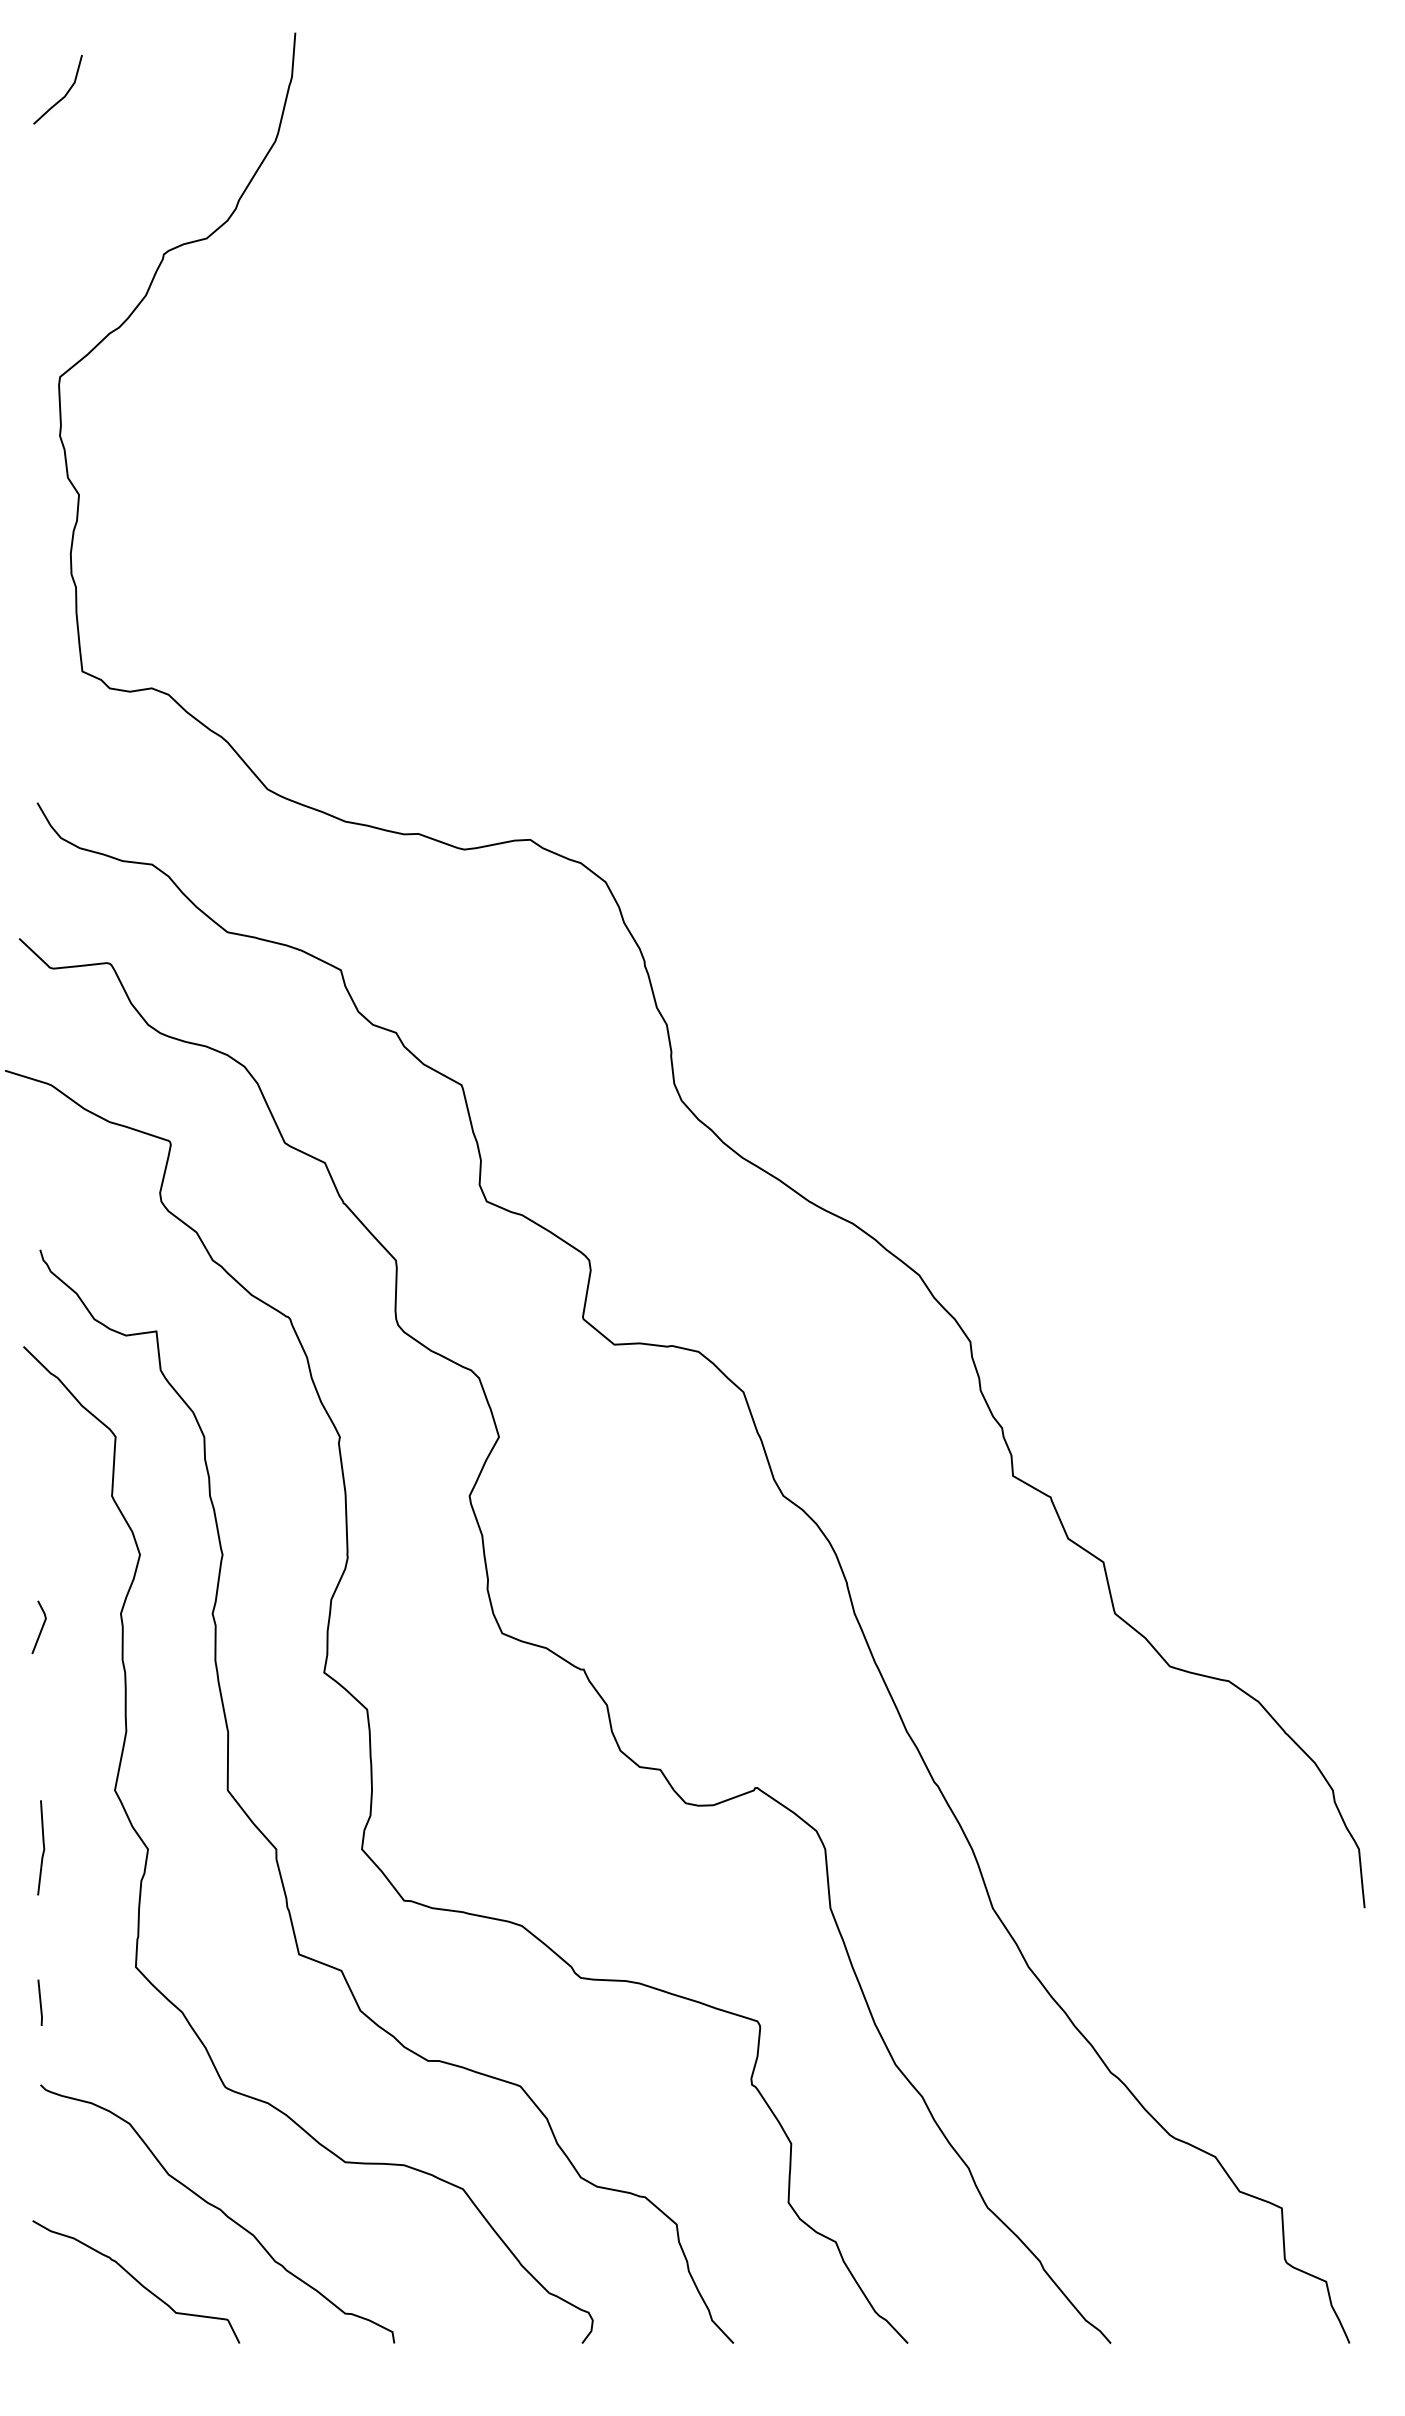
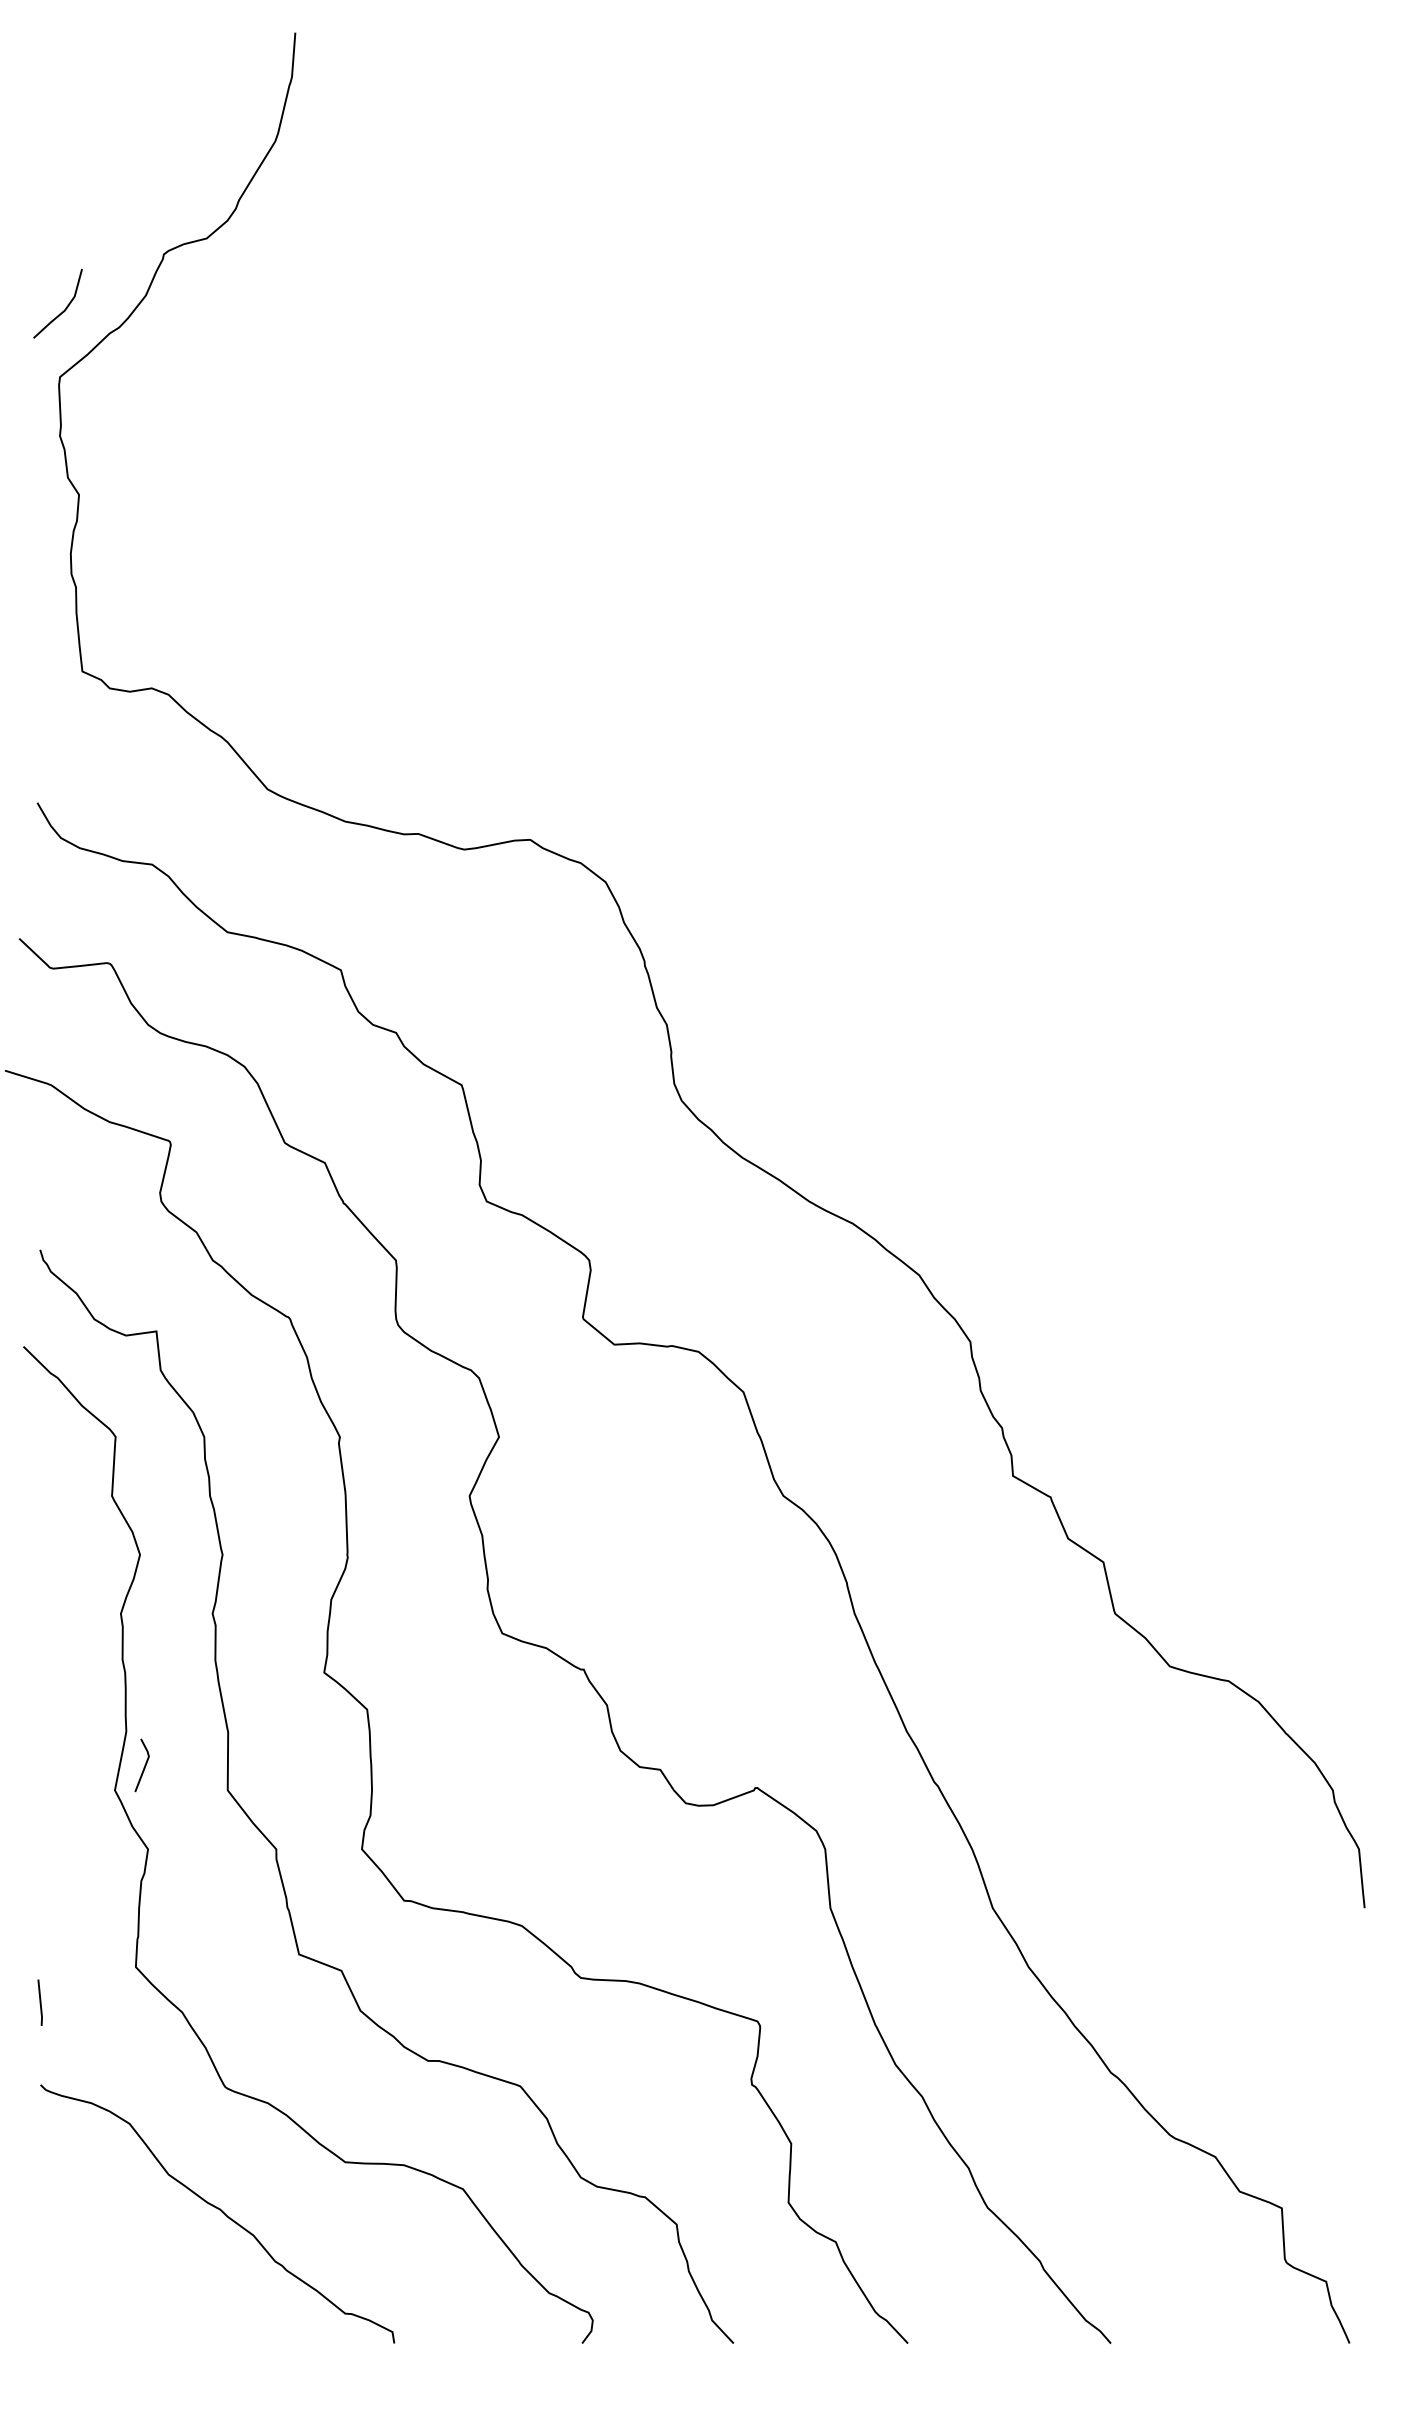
line at (65, 93) position: (65, 93) -> (65, 307)
line at (40, 1629) position: (40, 1629) -> (143, 1767)
line at (43, 1847): present -> none
curve at (136, 2281): present -> none
